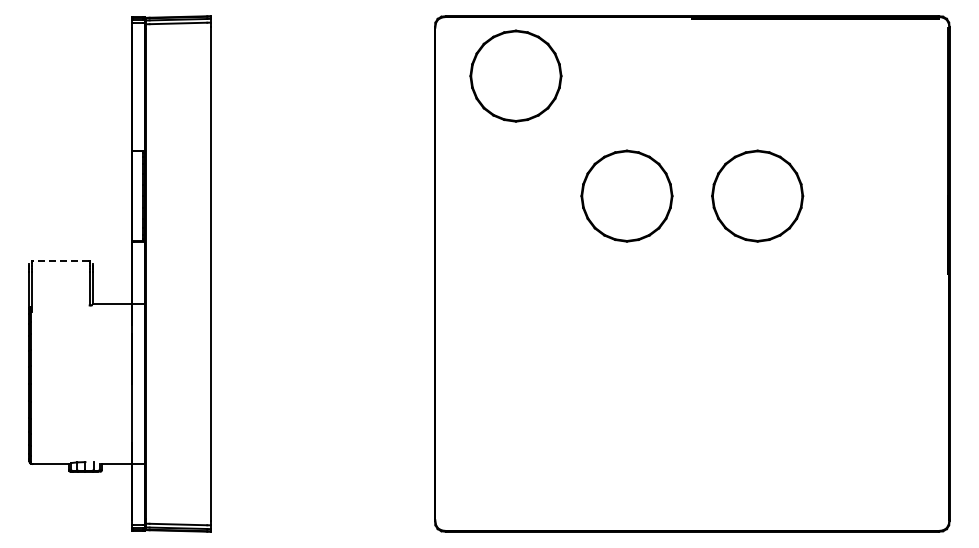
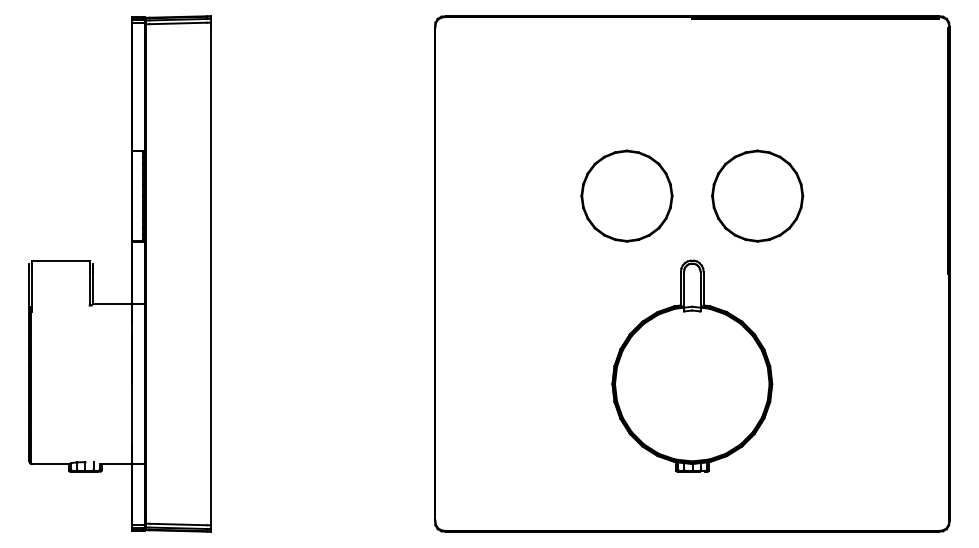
part at (515, 75): present -> none
line at (60, 260): dashed -> solid
part at (692, 365): none -> present
